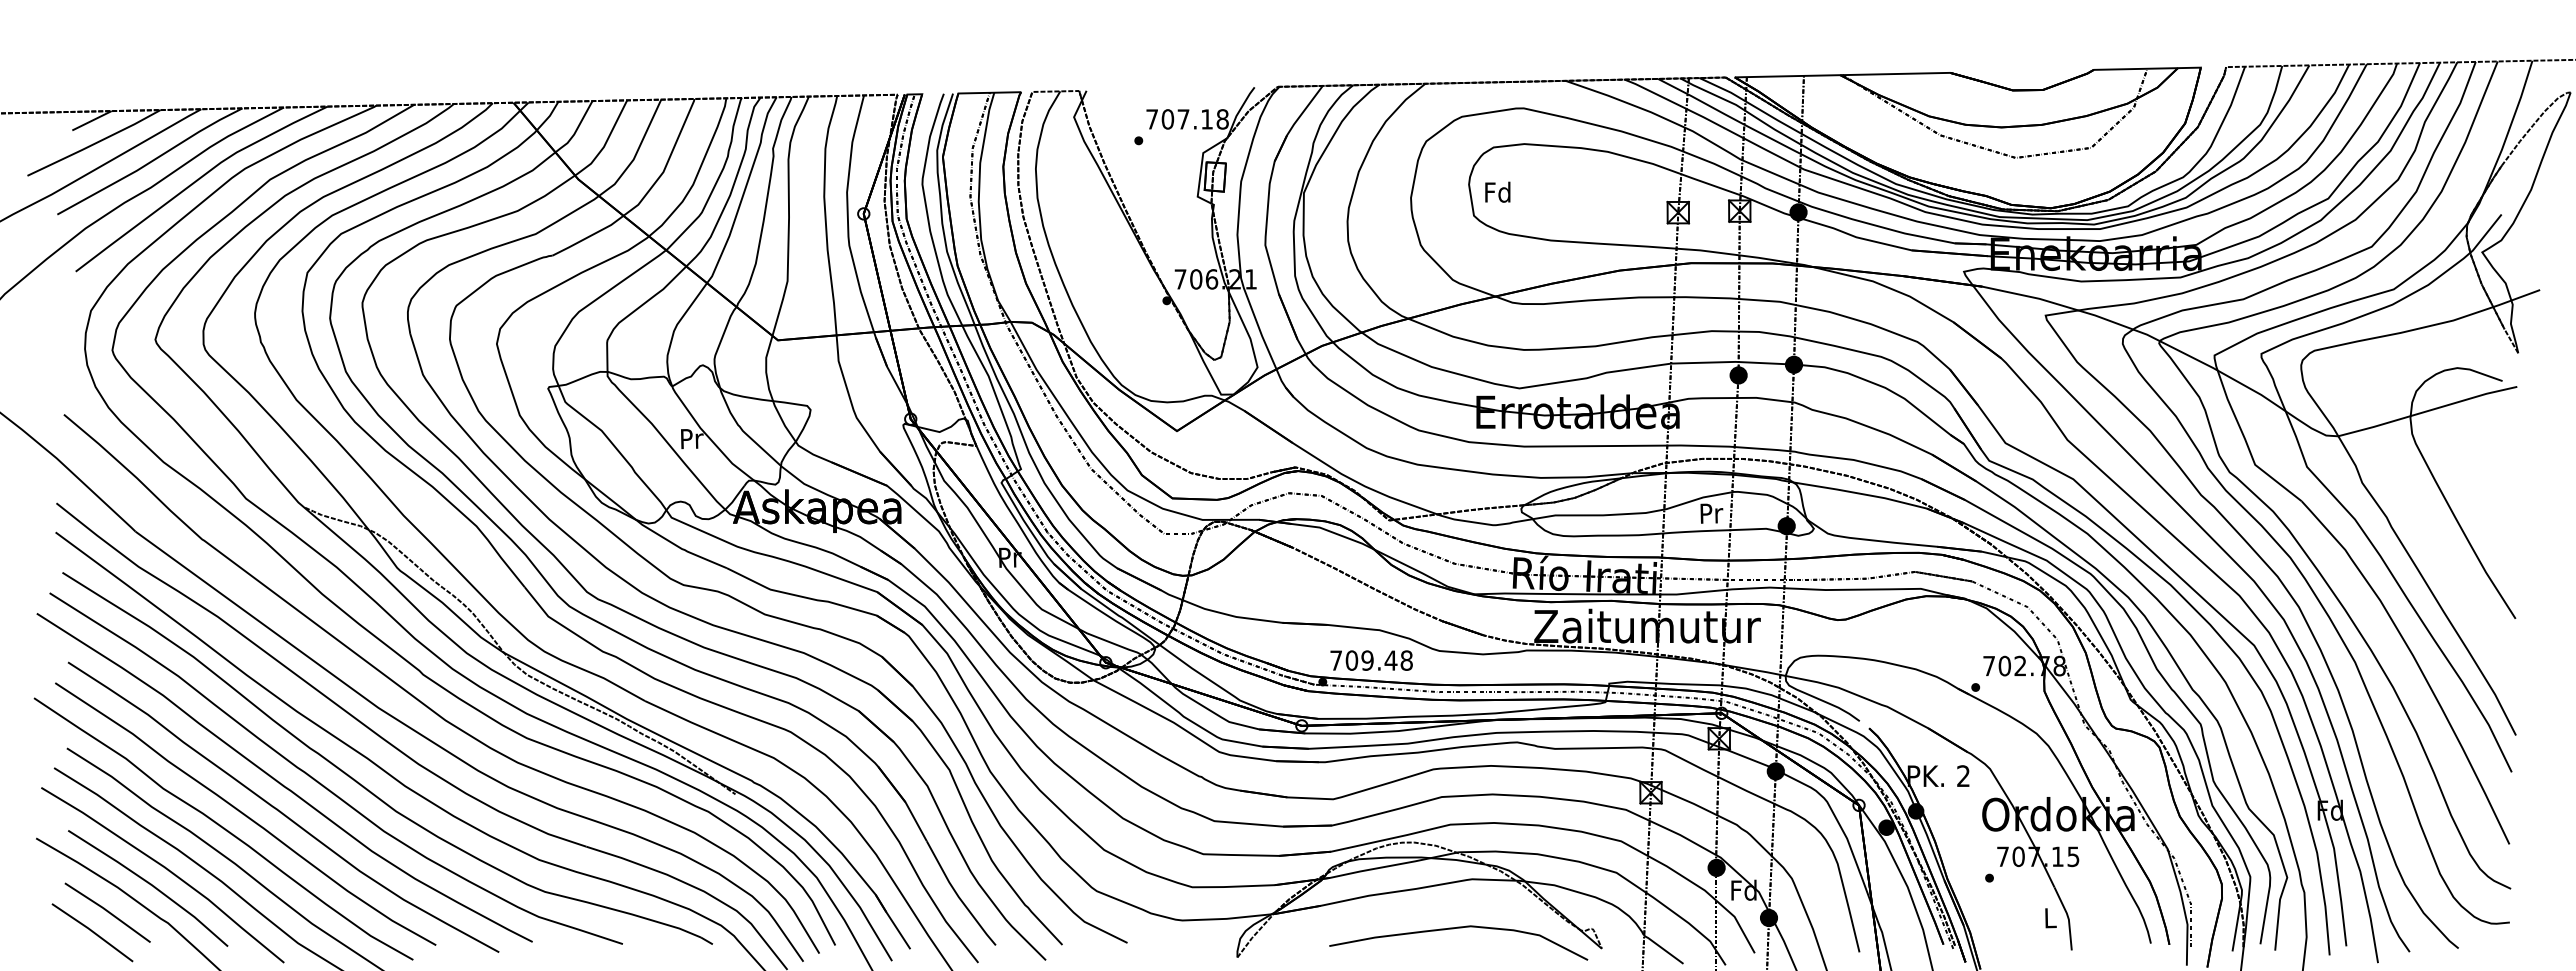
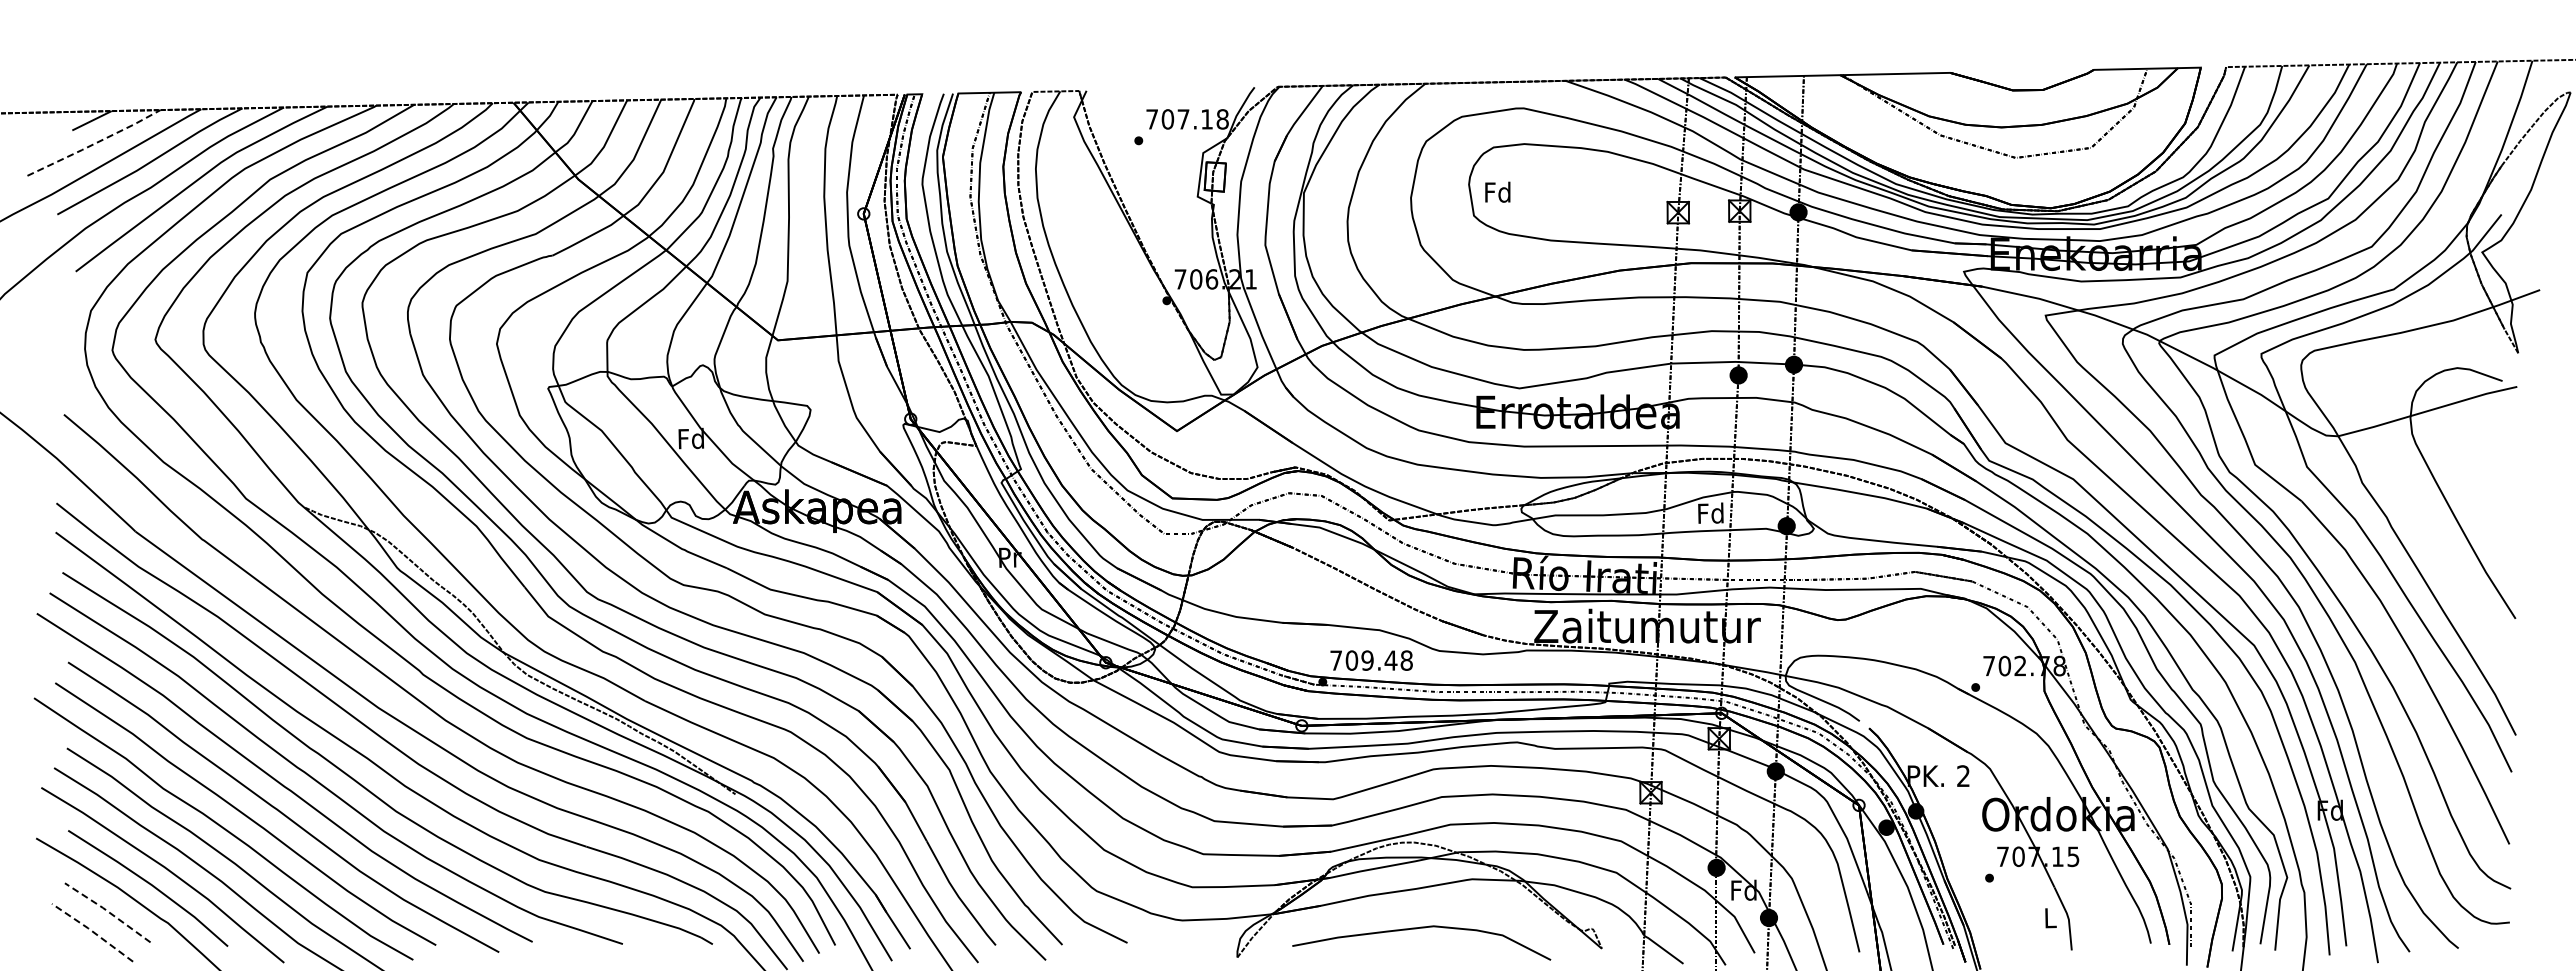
line at (94, 143): solid -> dashed
text at (691, 438): Pr -> Fd
text at (1710, 512): Pr -> Fd
line at (107, 911): solid -> dashed
curve at (1453, 929) position: (1453, 929) -> (1416, 929)
line at (92, 931): solid -> dashed
